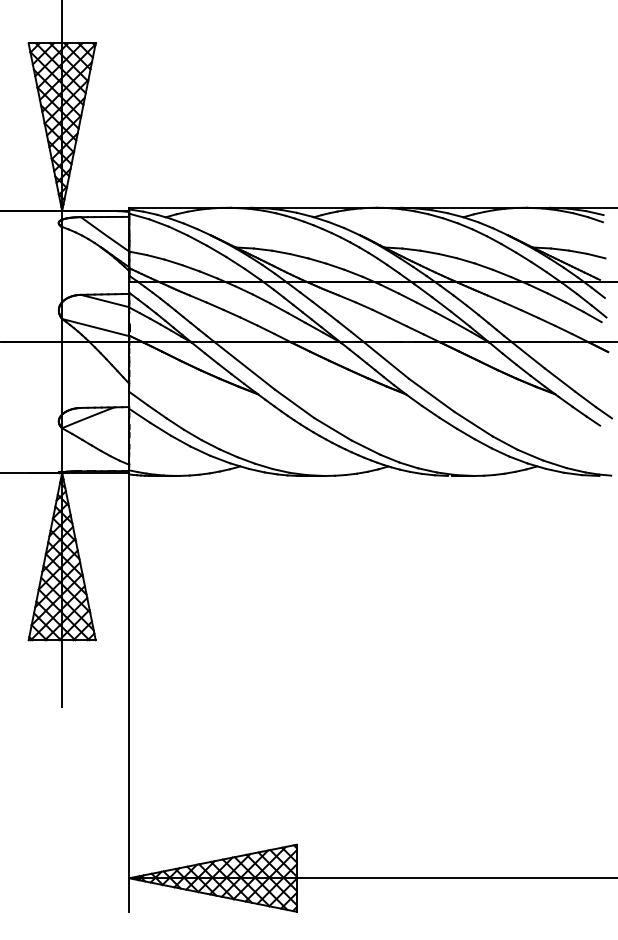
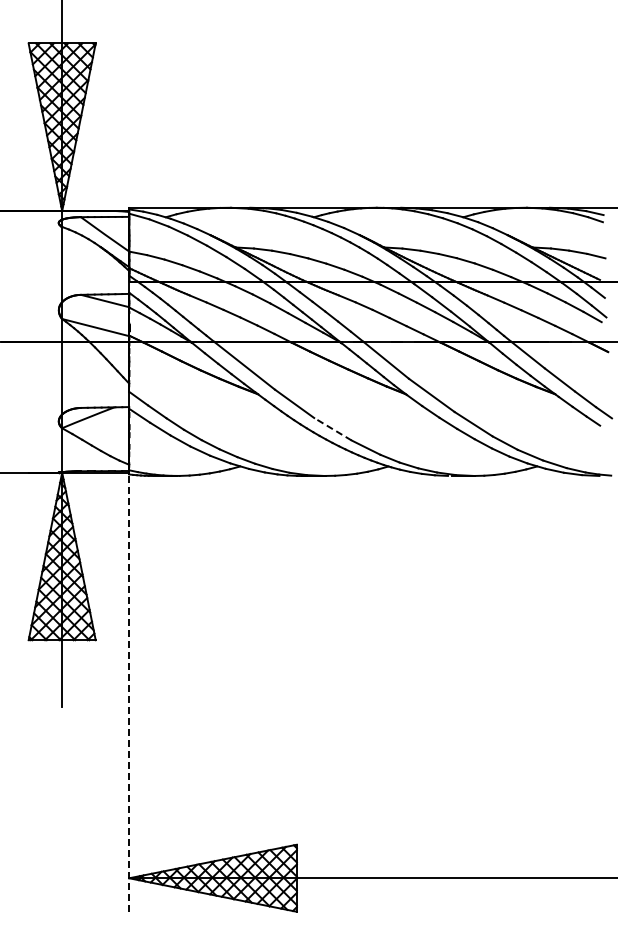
line at (332, 429): solid -> dashed
line at (129, 693): solid -> dashed
